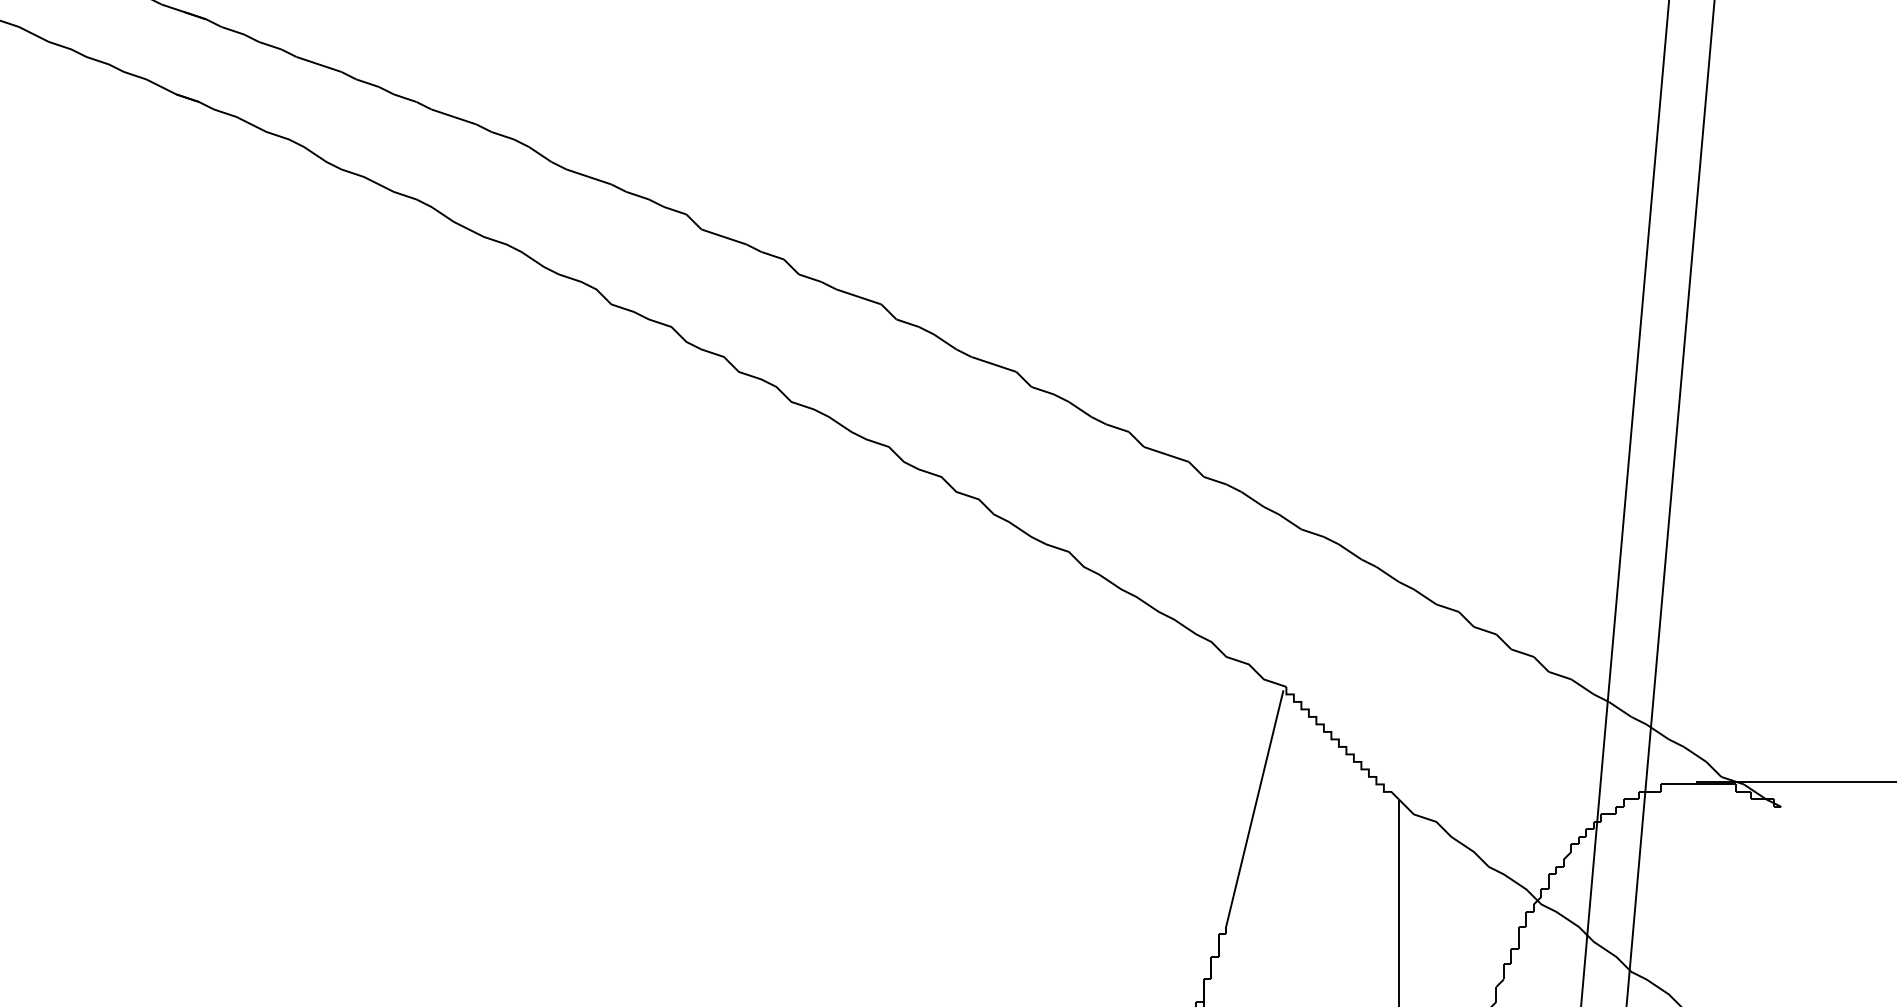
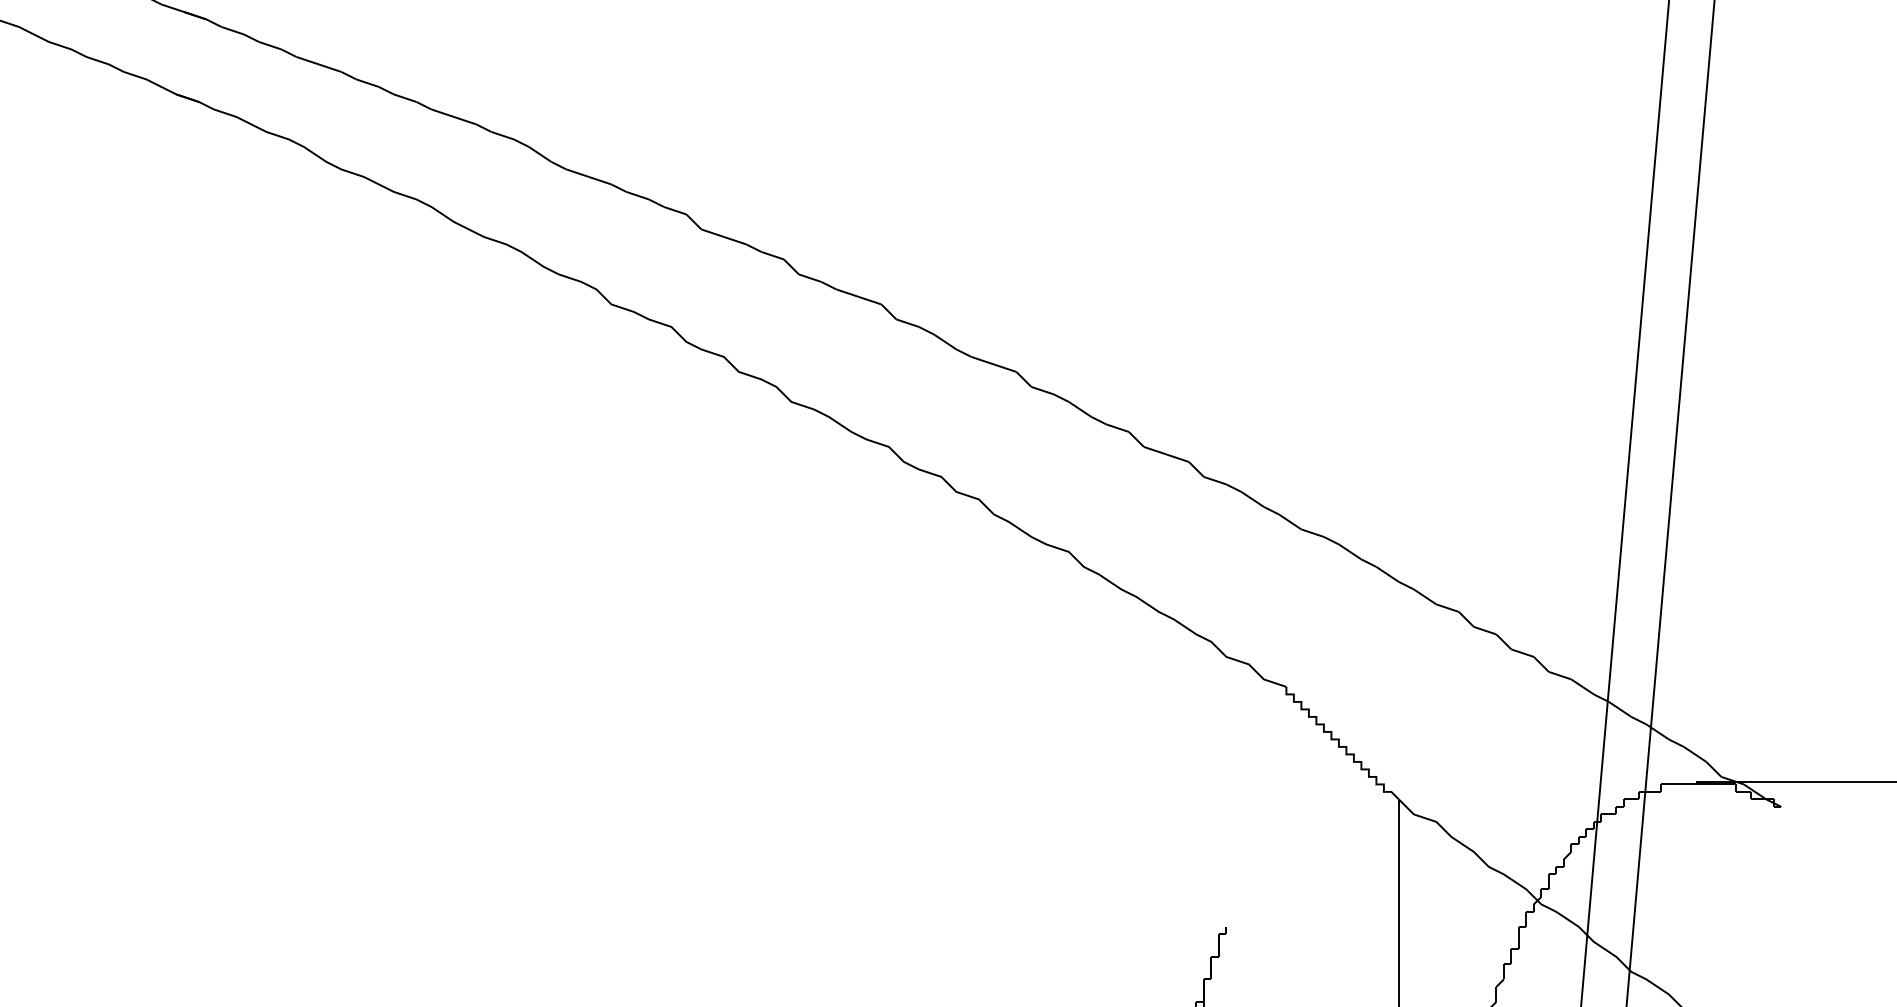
line at (1254, 809): present -> none
